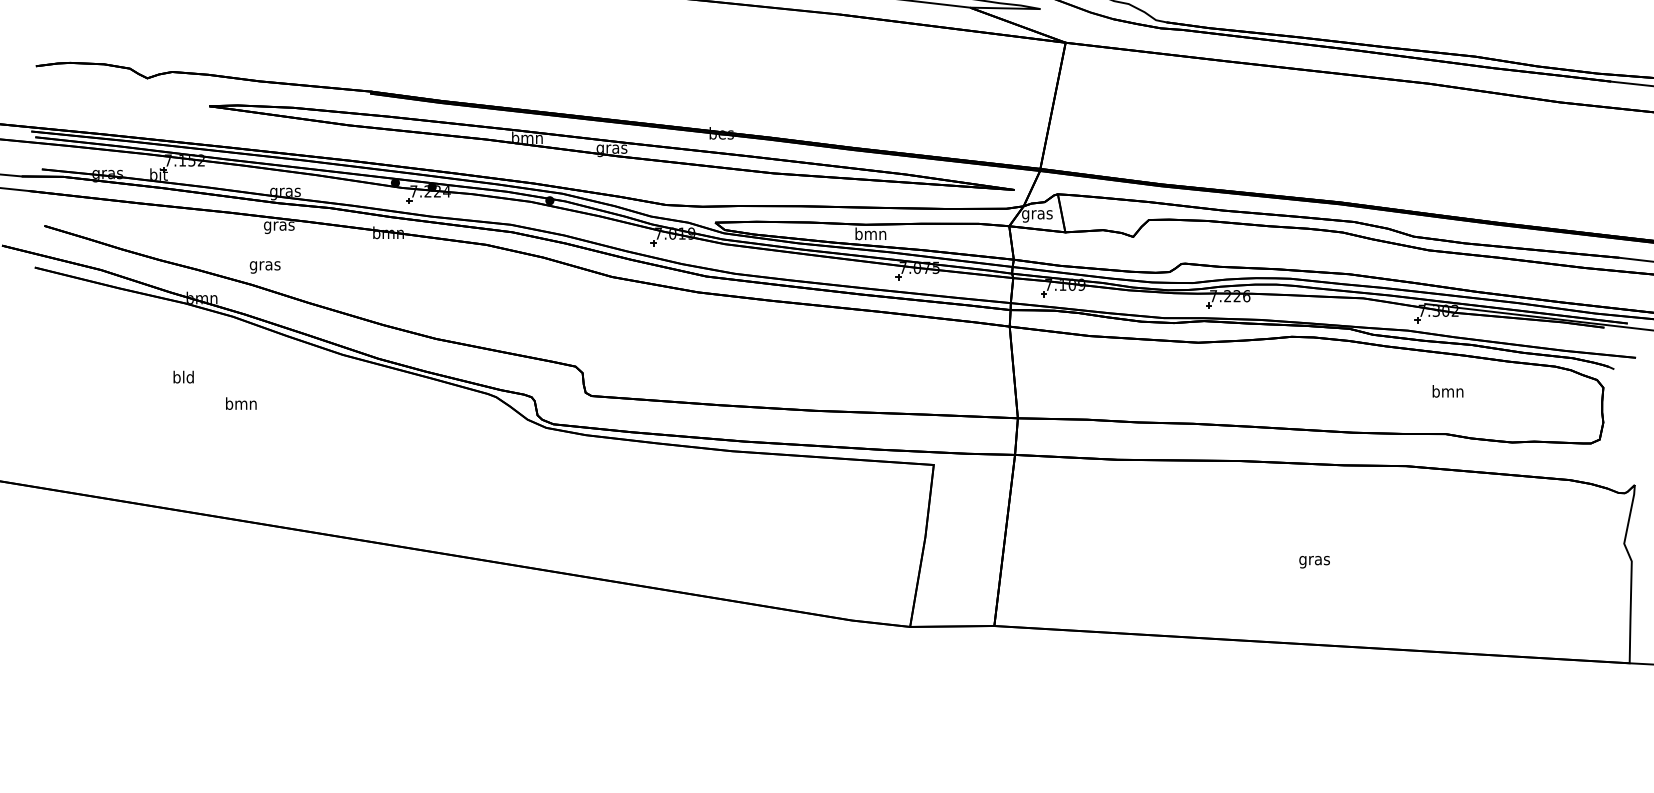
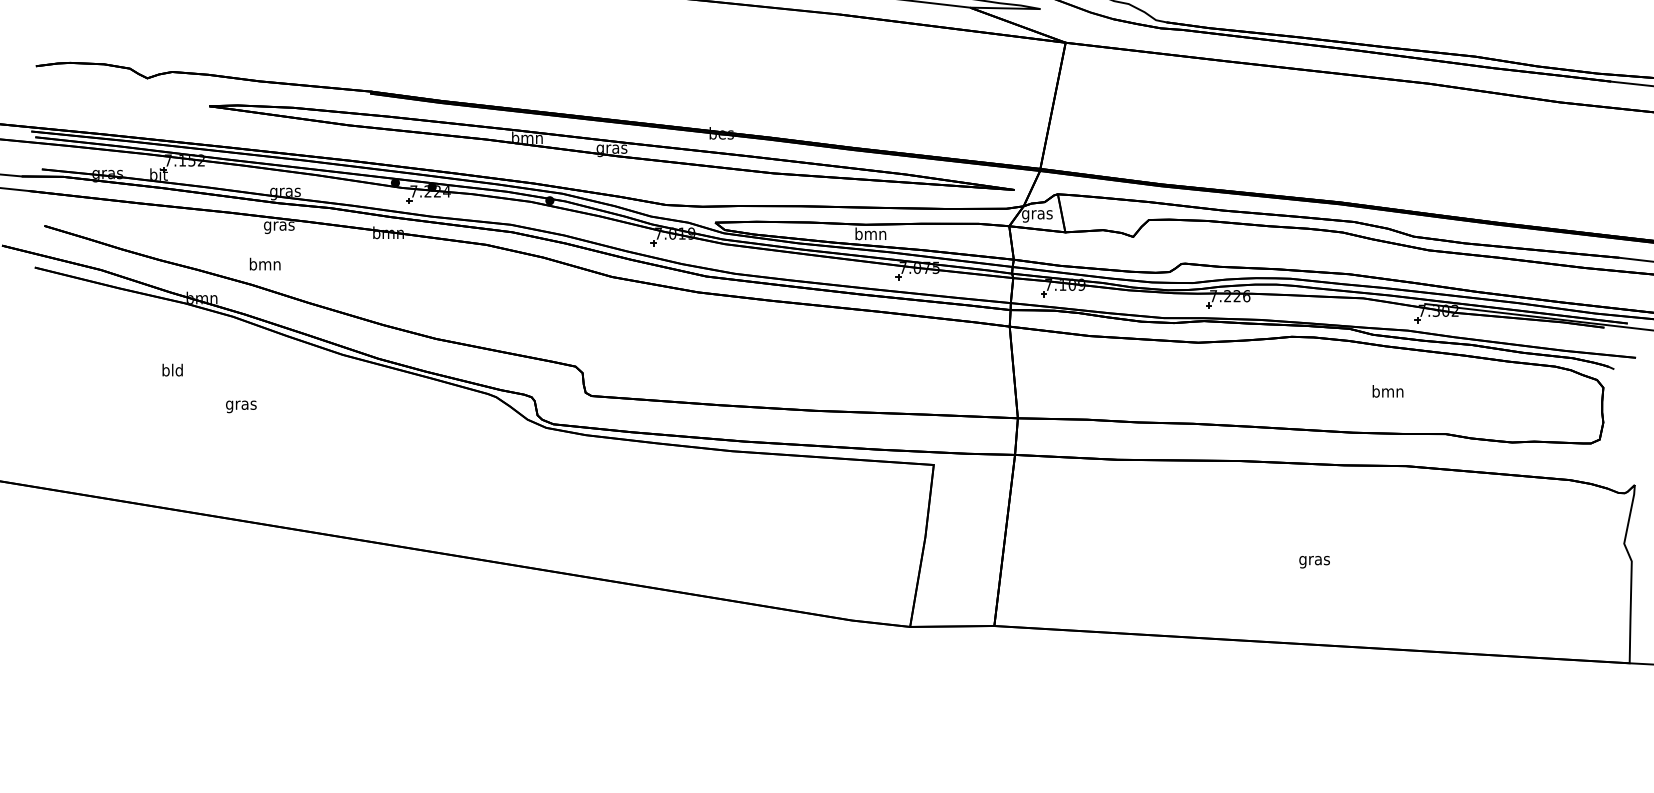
text at (264, 265): gras -> bmn
text at (183, 376) position: (183, 376) -> (172, 369)
text at (1447, 391) position: (1447, 391) -> (1387, 391)
text at (241, 405): bmn -> gras
